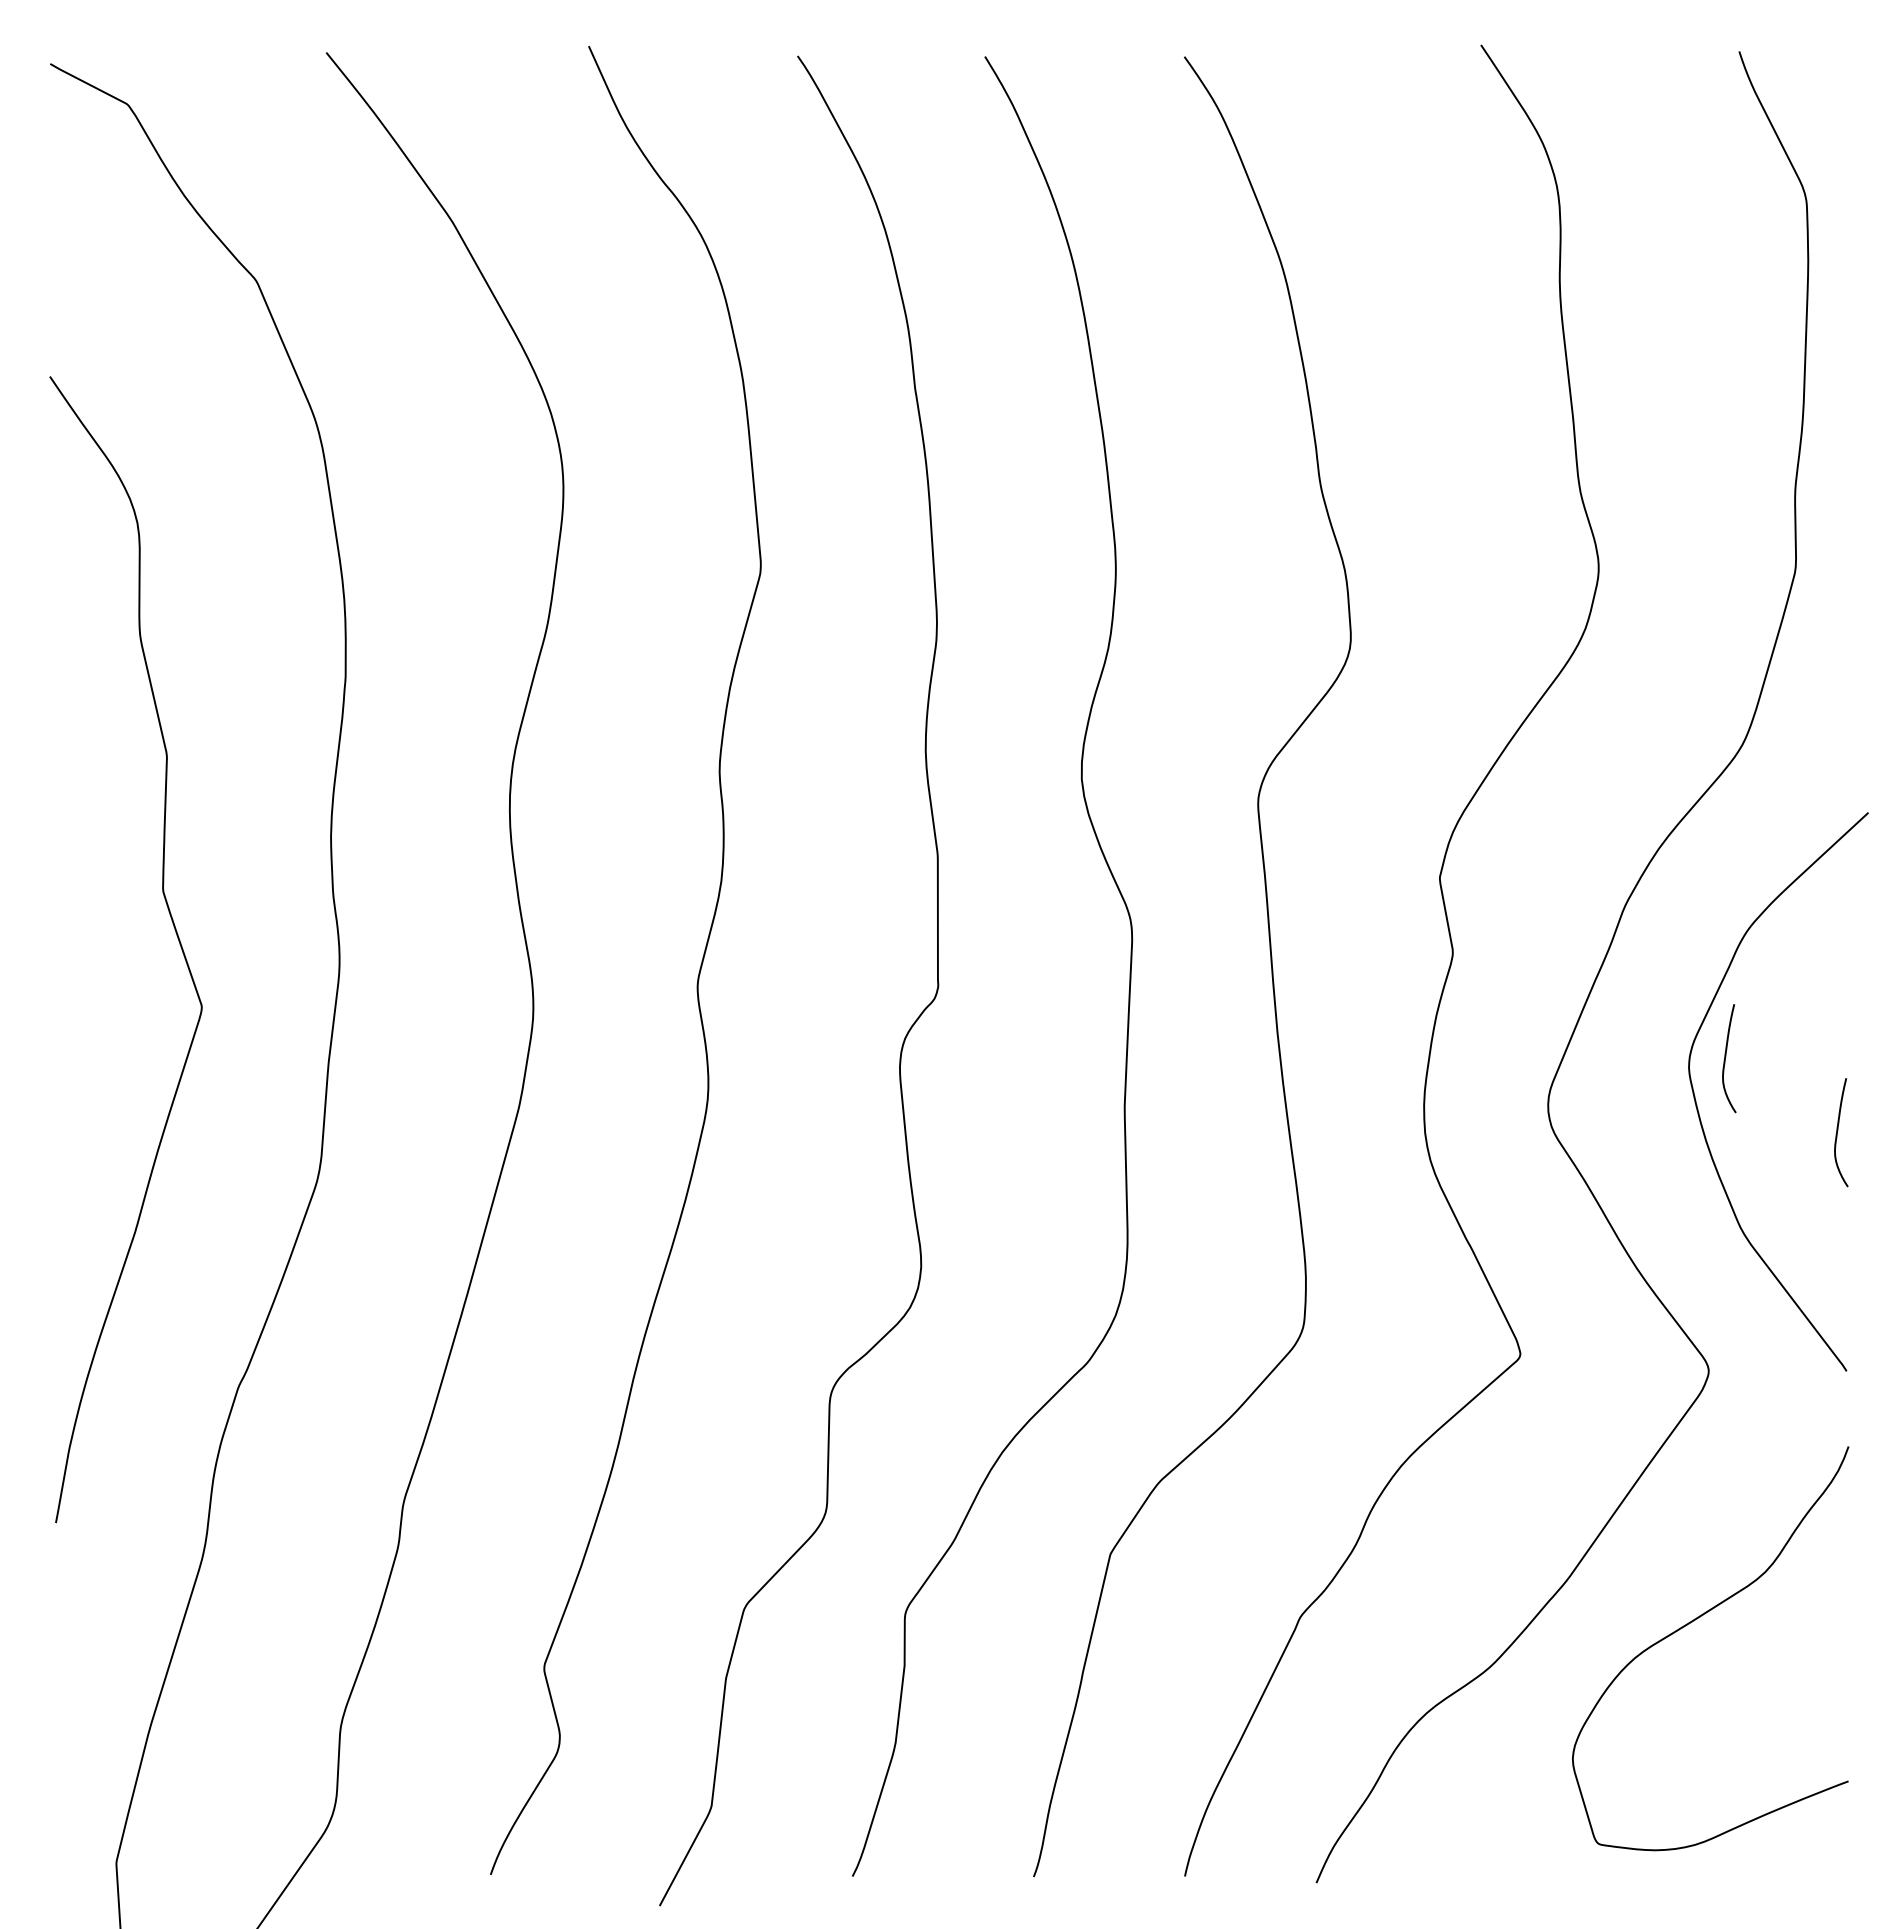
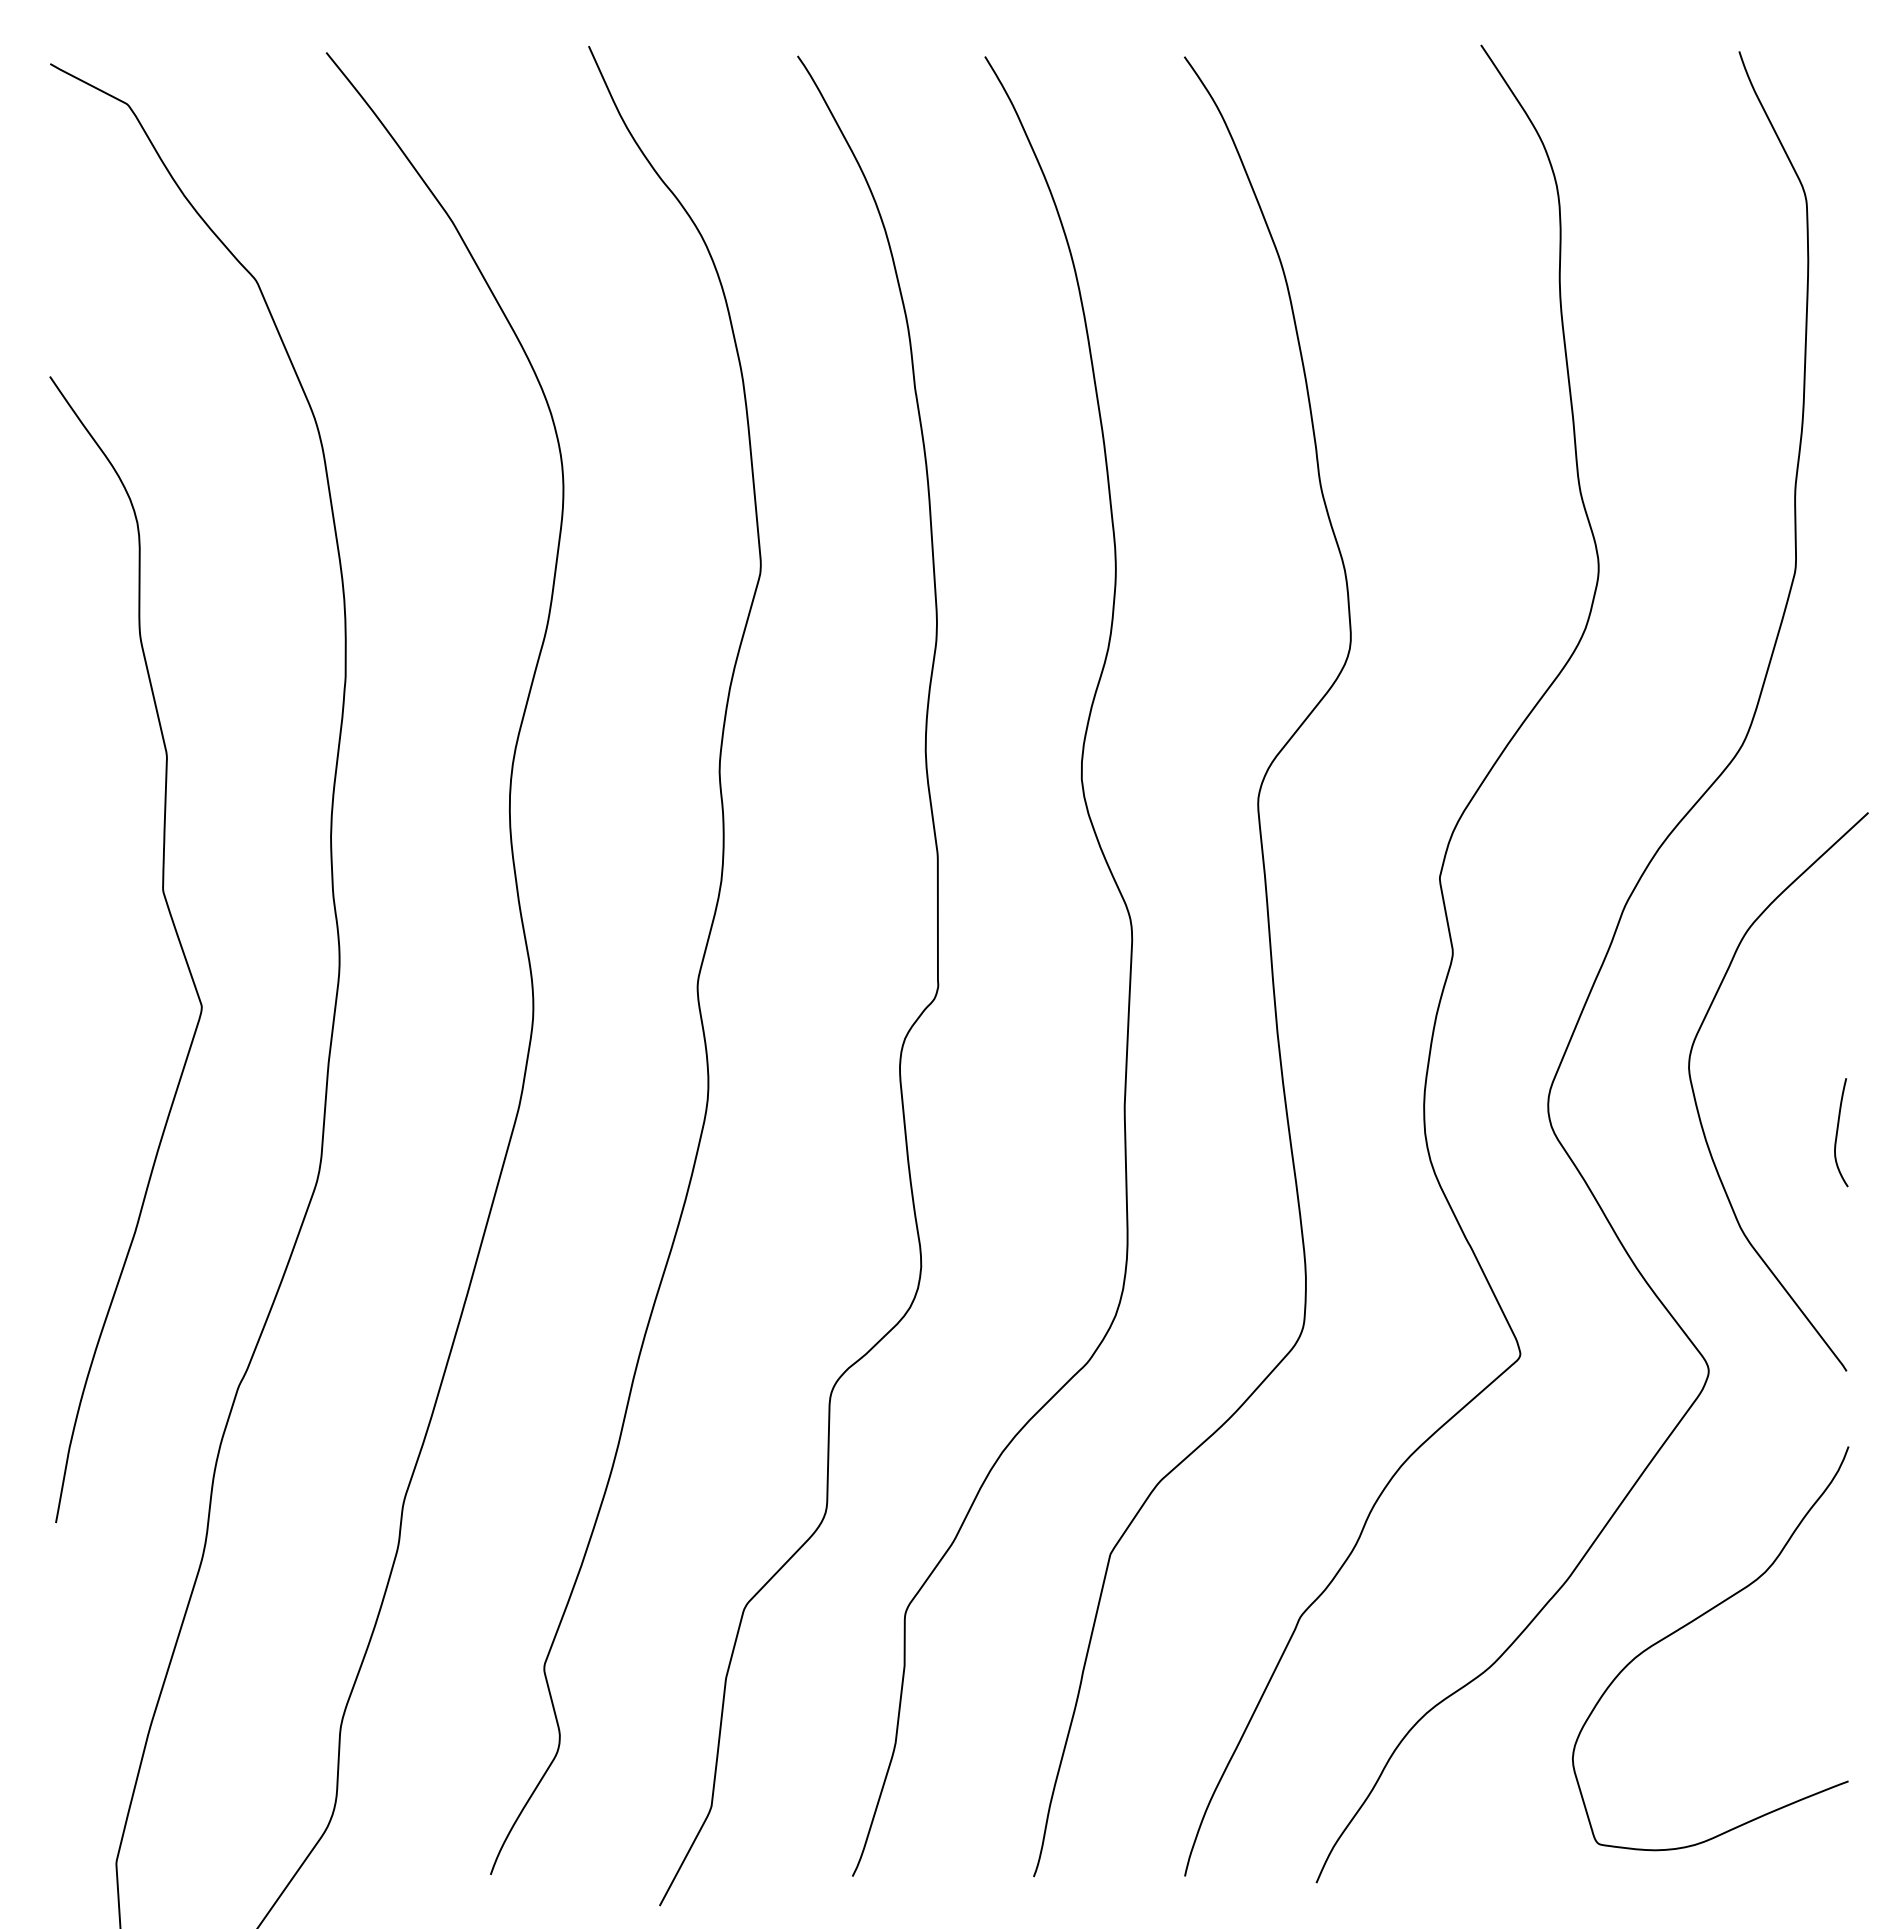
curve at (1726, 1057): present -> none
